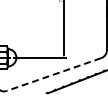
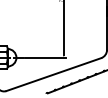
line at (53, 74): dashed -> solid
